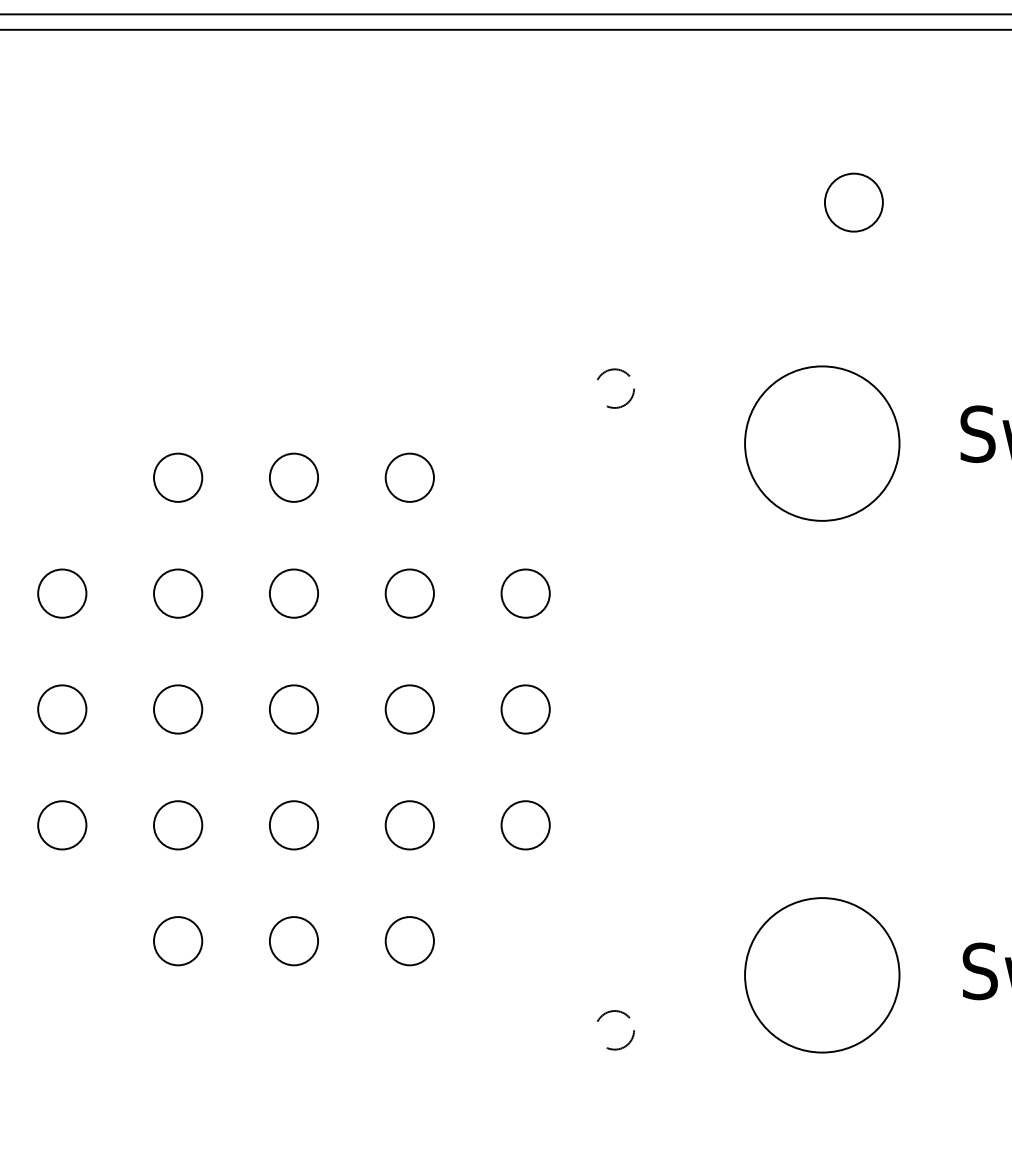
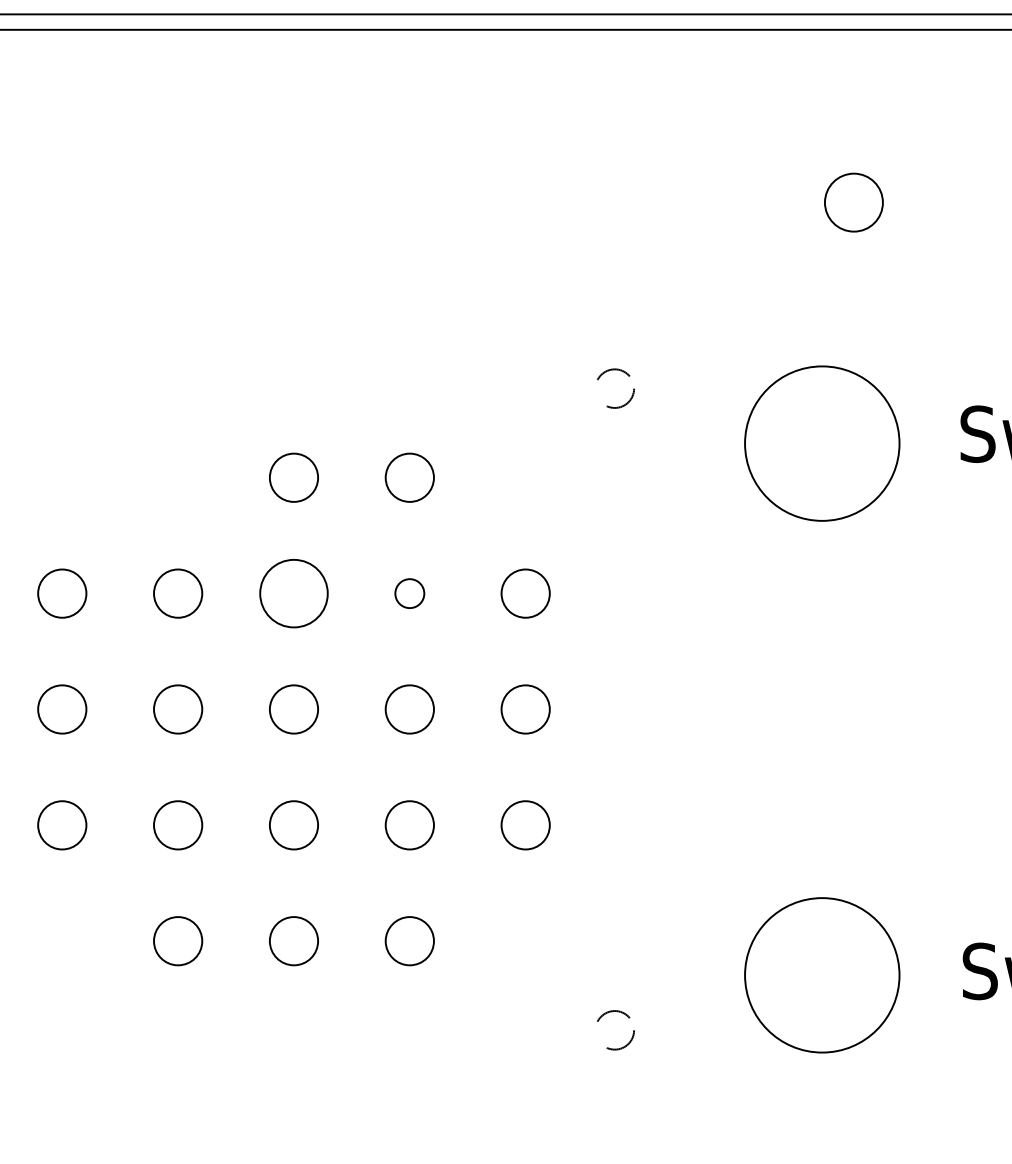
circle at (178, 477): present -> none
circle at (293, 593) diameter: 48 px -> 68 px
circle at (409, 593) diameter: 48 px -> 29 px
